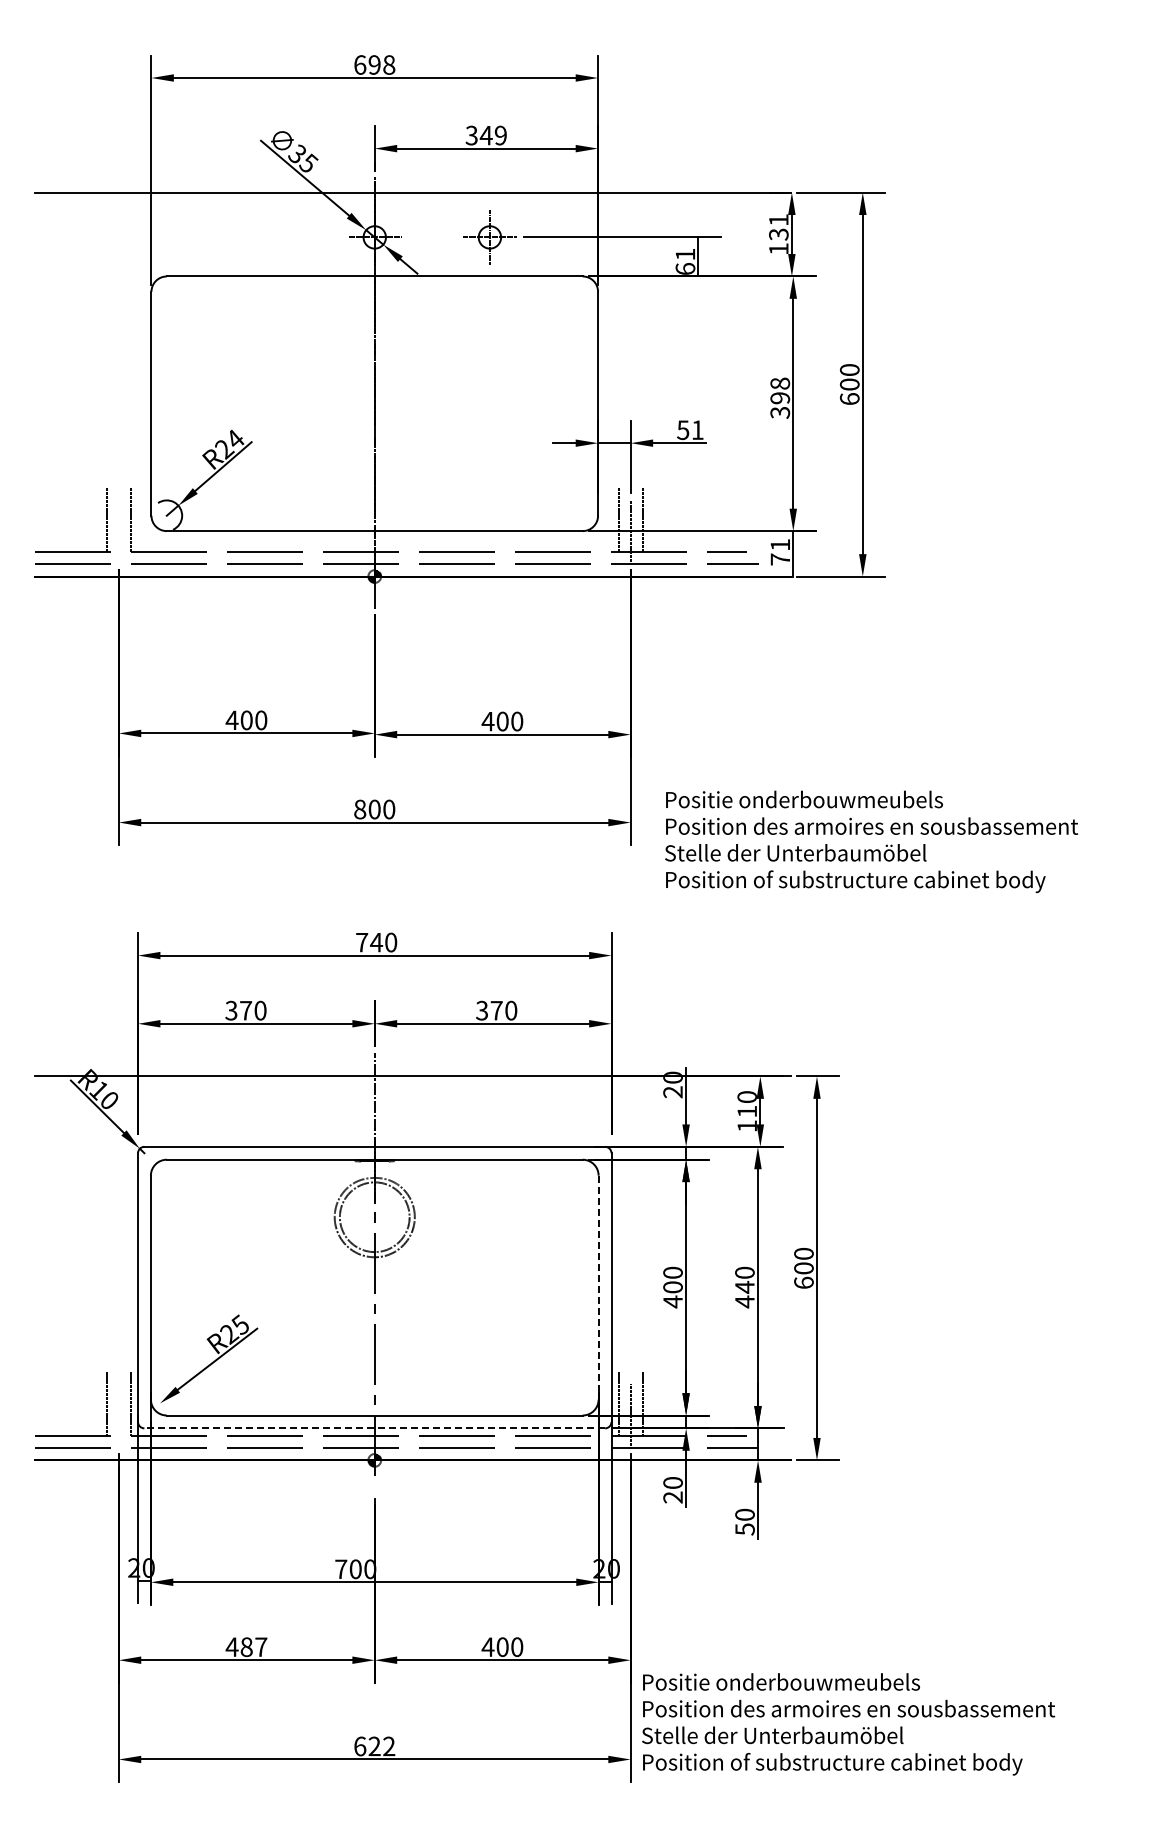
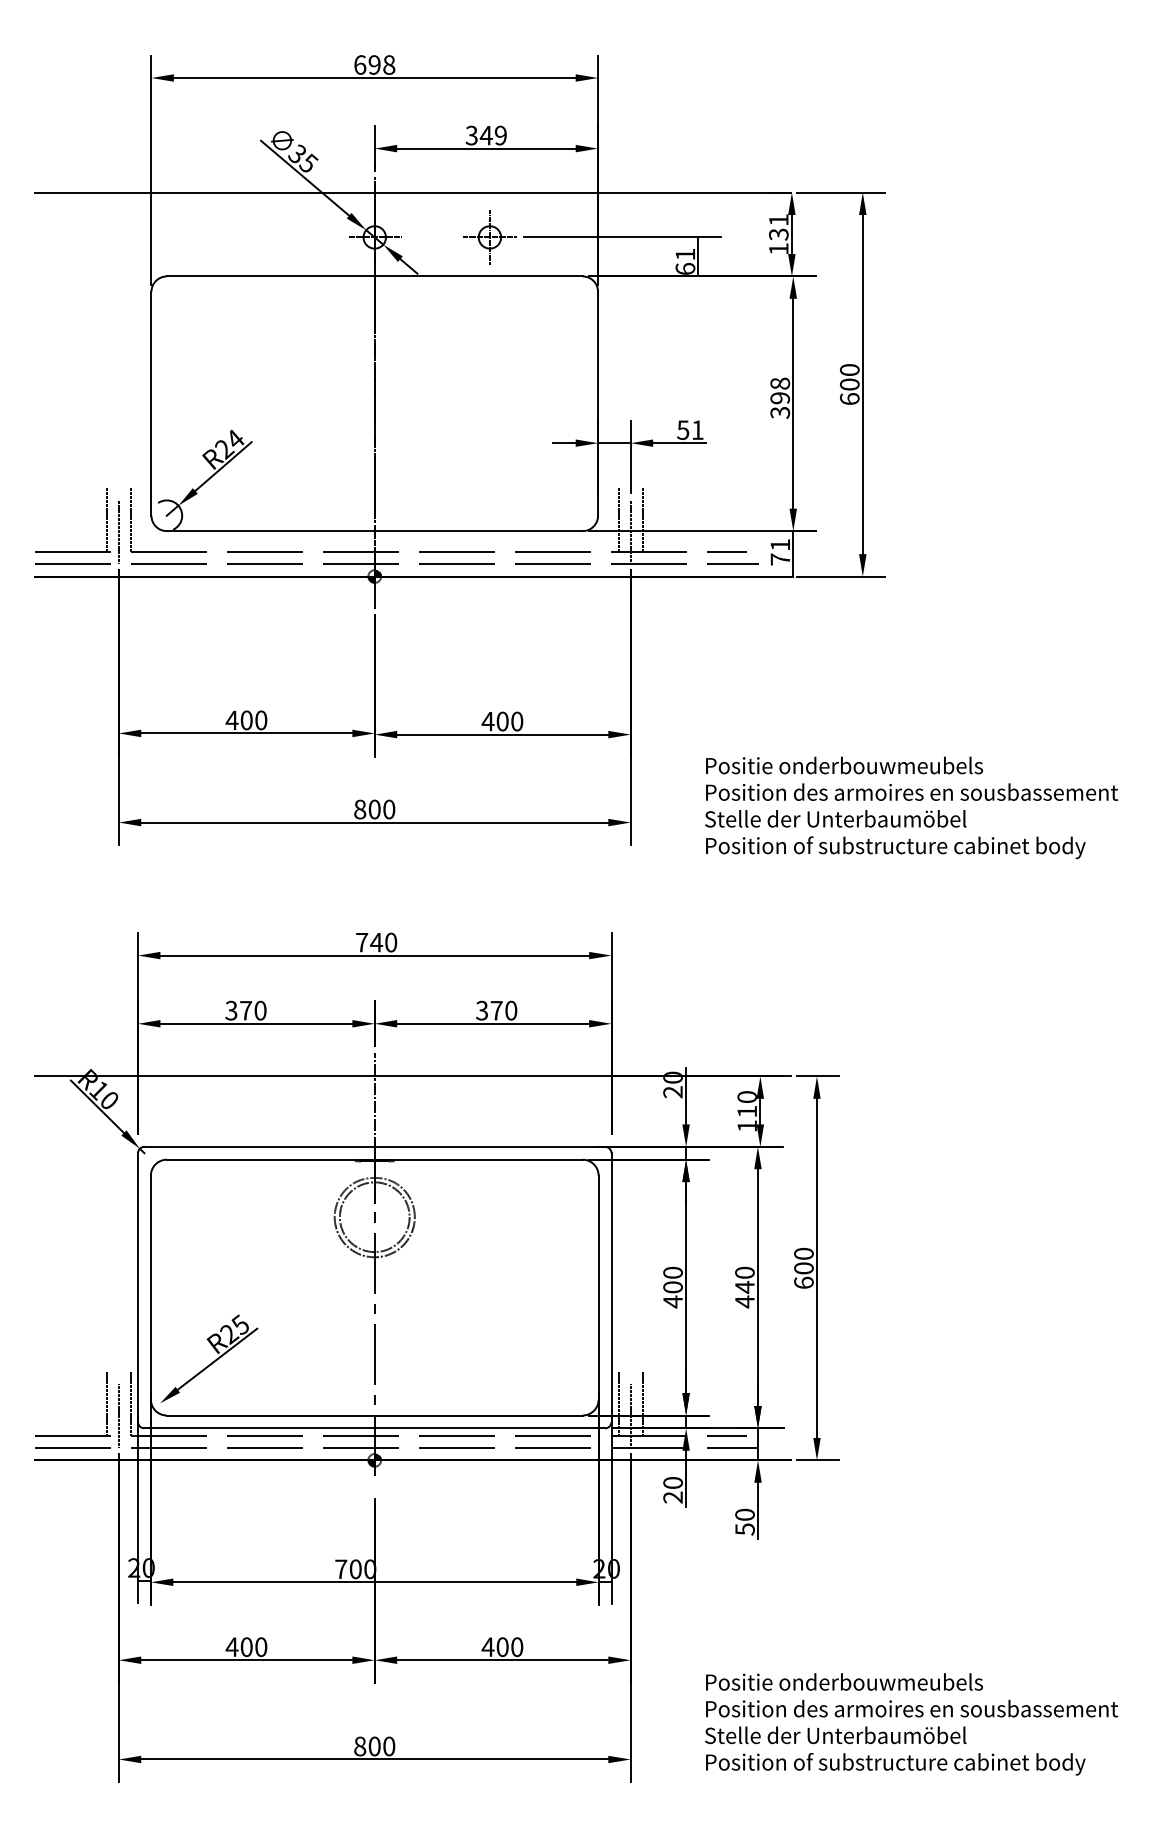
line at (118, 531): none -> present
text at (871, 841) position: (871, 841) -> (911, 807)
line at (598, 1287): dashed -> solid
line at (118, 1415): none -> present
line at (374, 1428): dashed -> solid
text at (253, 1647): 487 -> 400
text at (848, 1724) position: (848, 1724) -> (911, 1724)
text at (374, 1746): 622 -> 800
